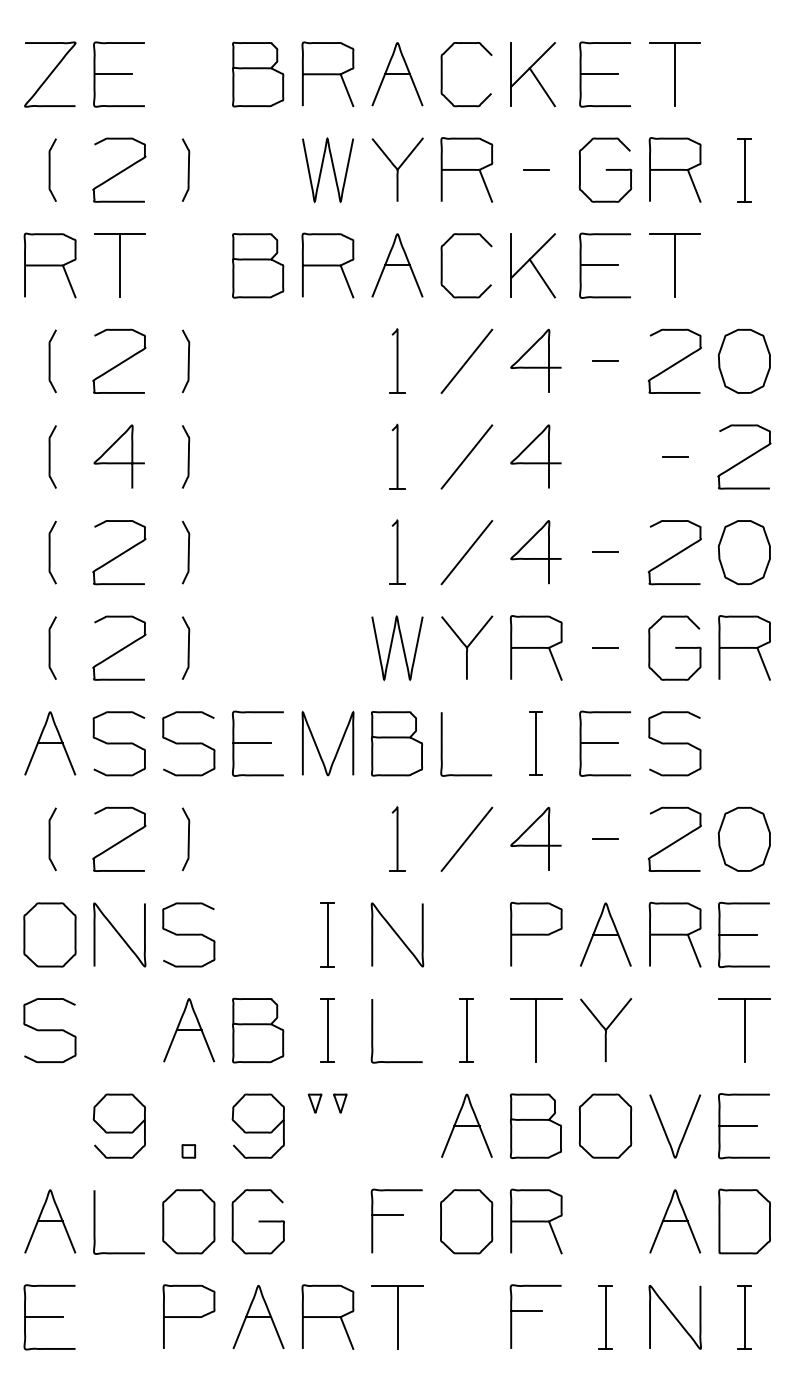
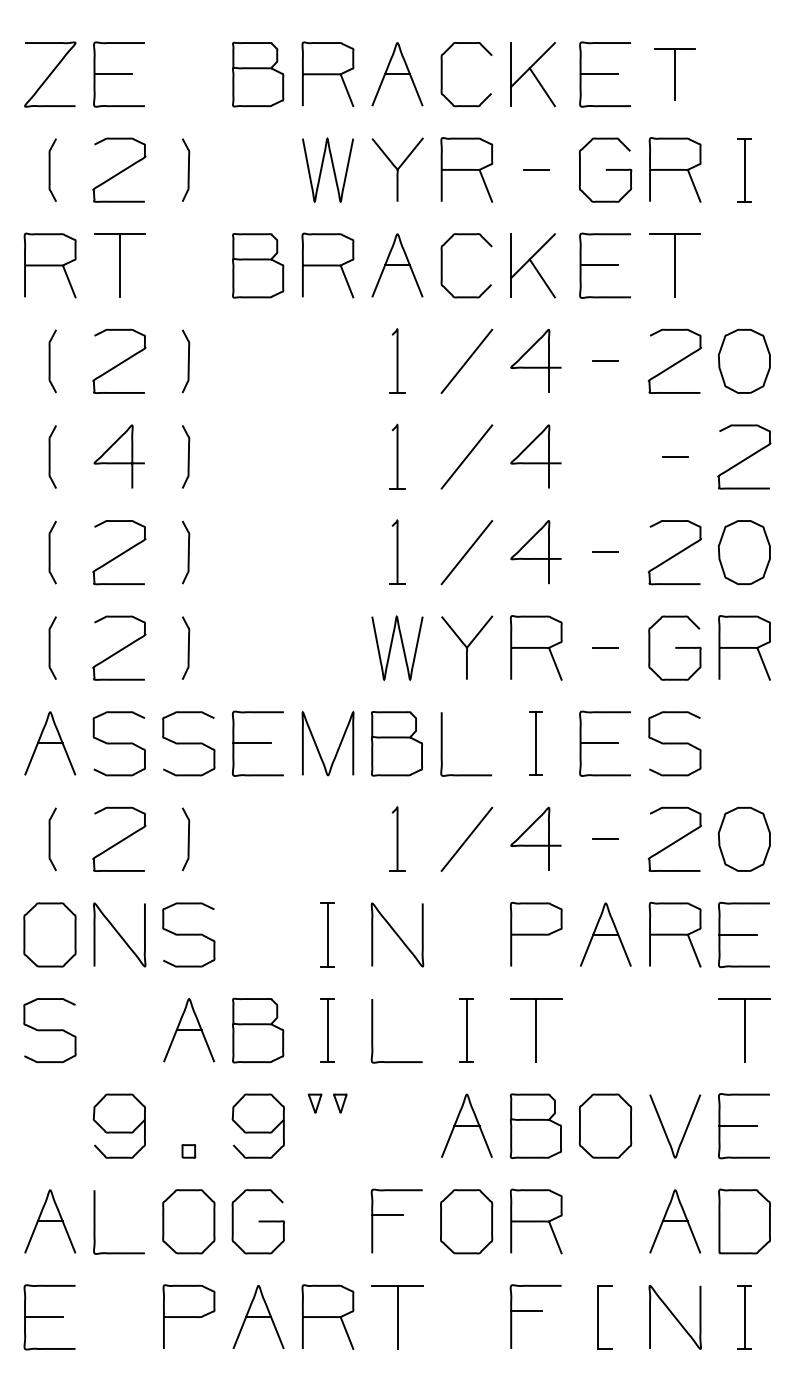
part at (674, 74) size: 52x65 px -> 42x53 px
part at (605, 1030): present -> none
line at (605, 1316) position: (605, 1316) -> (597, 1316)
